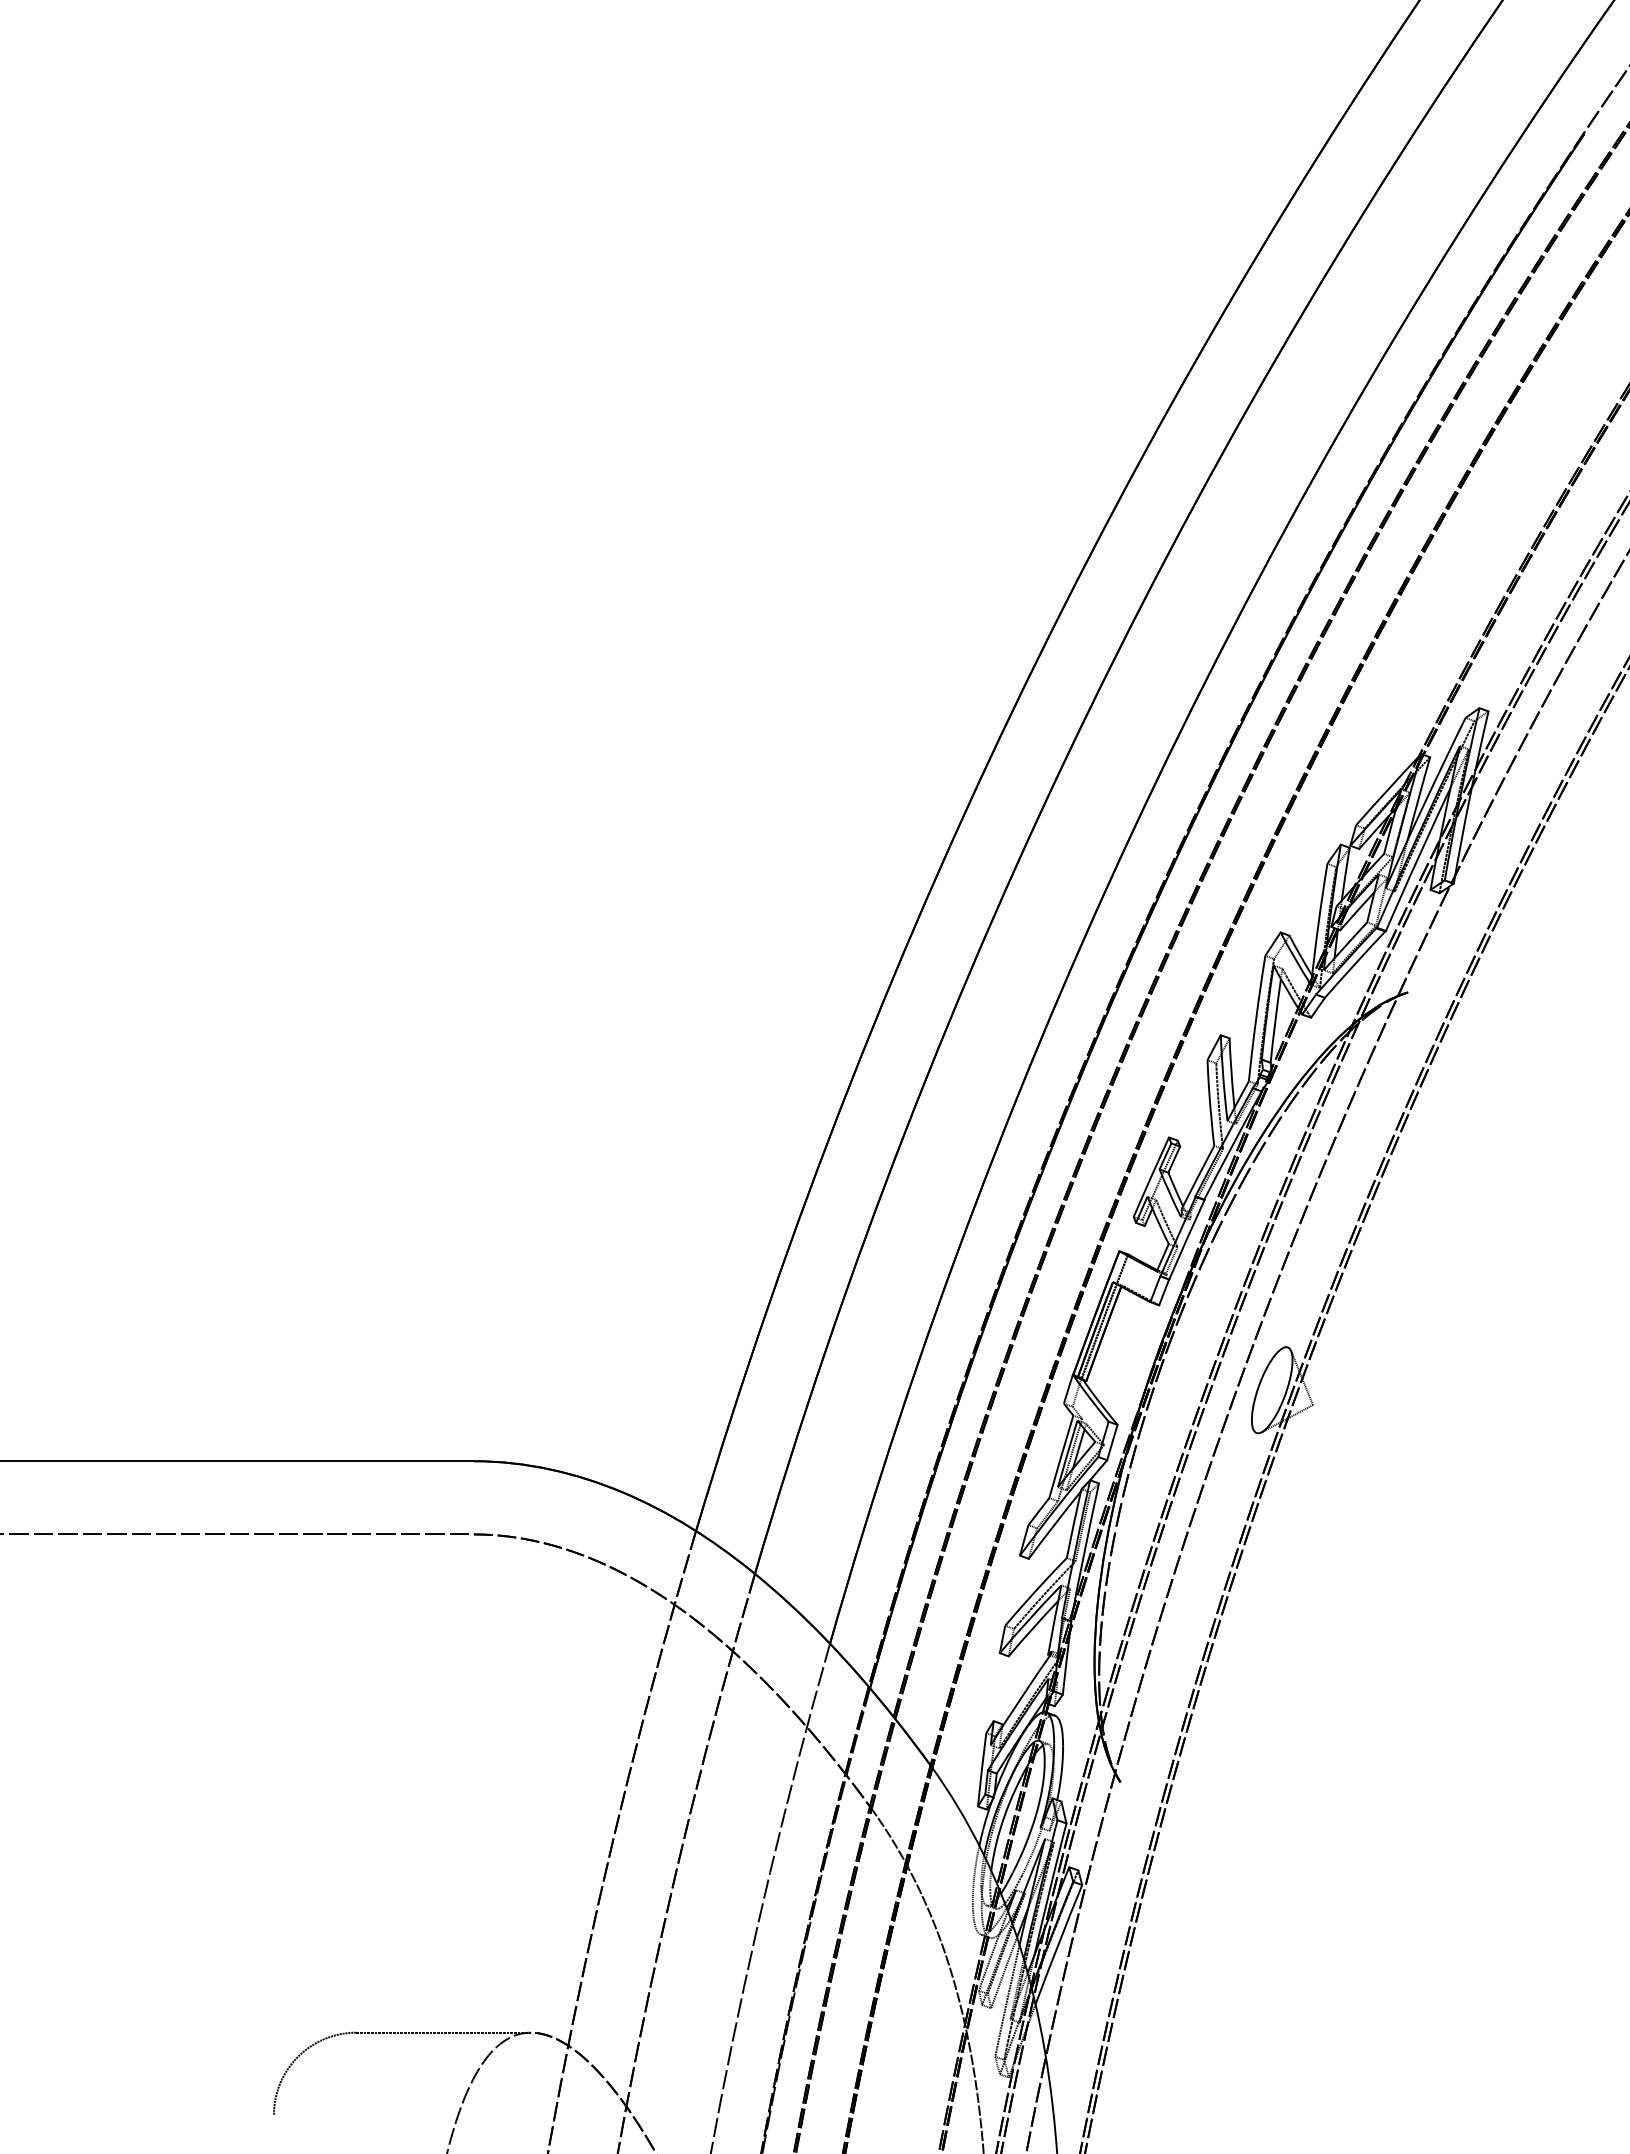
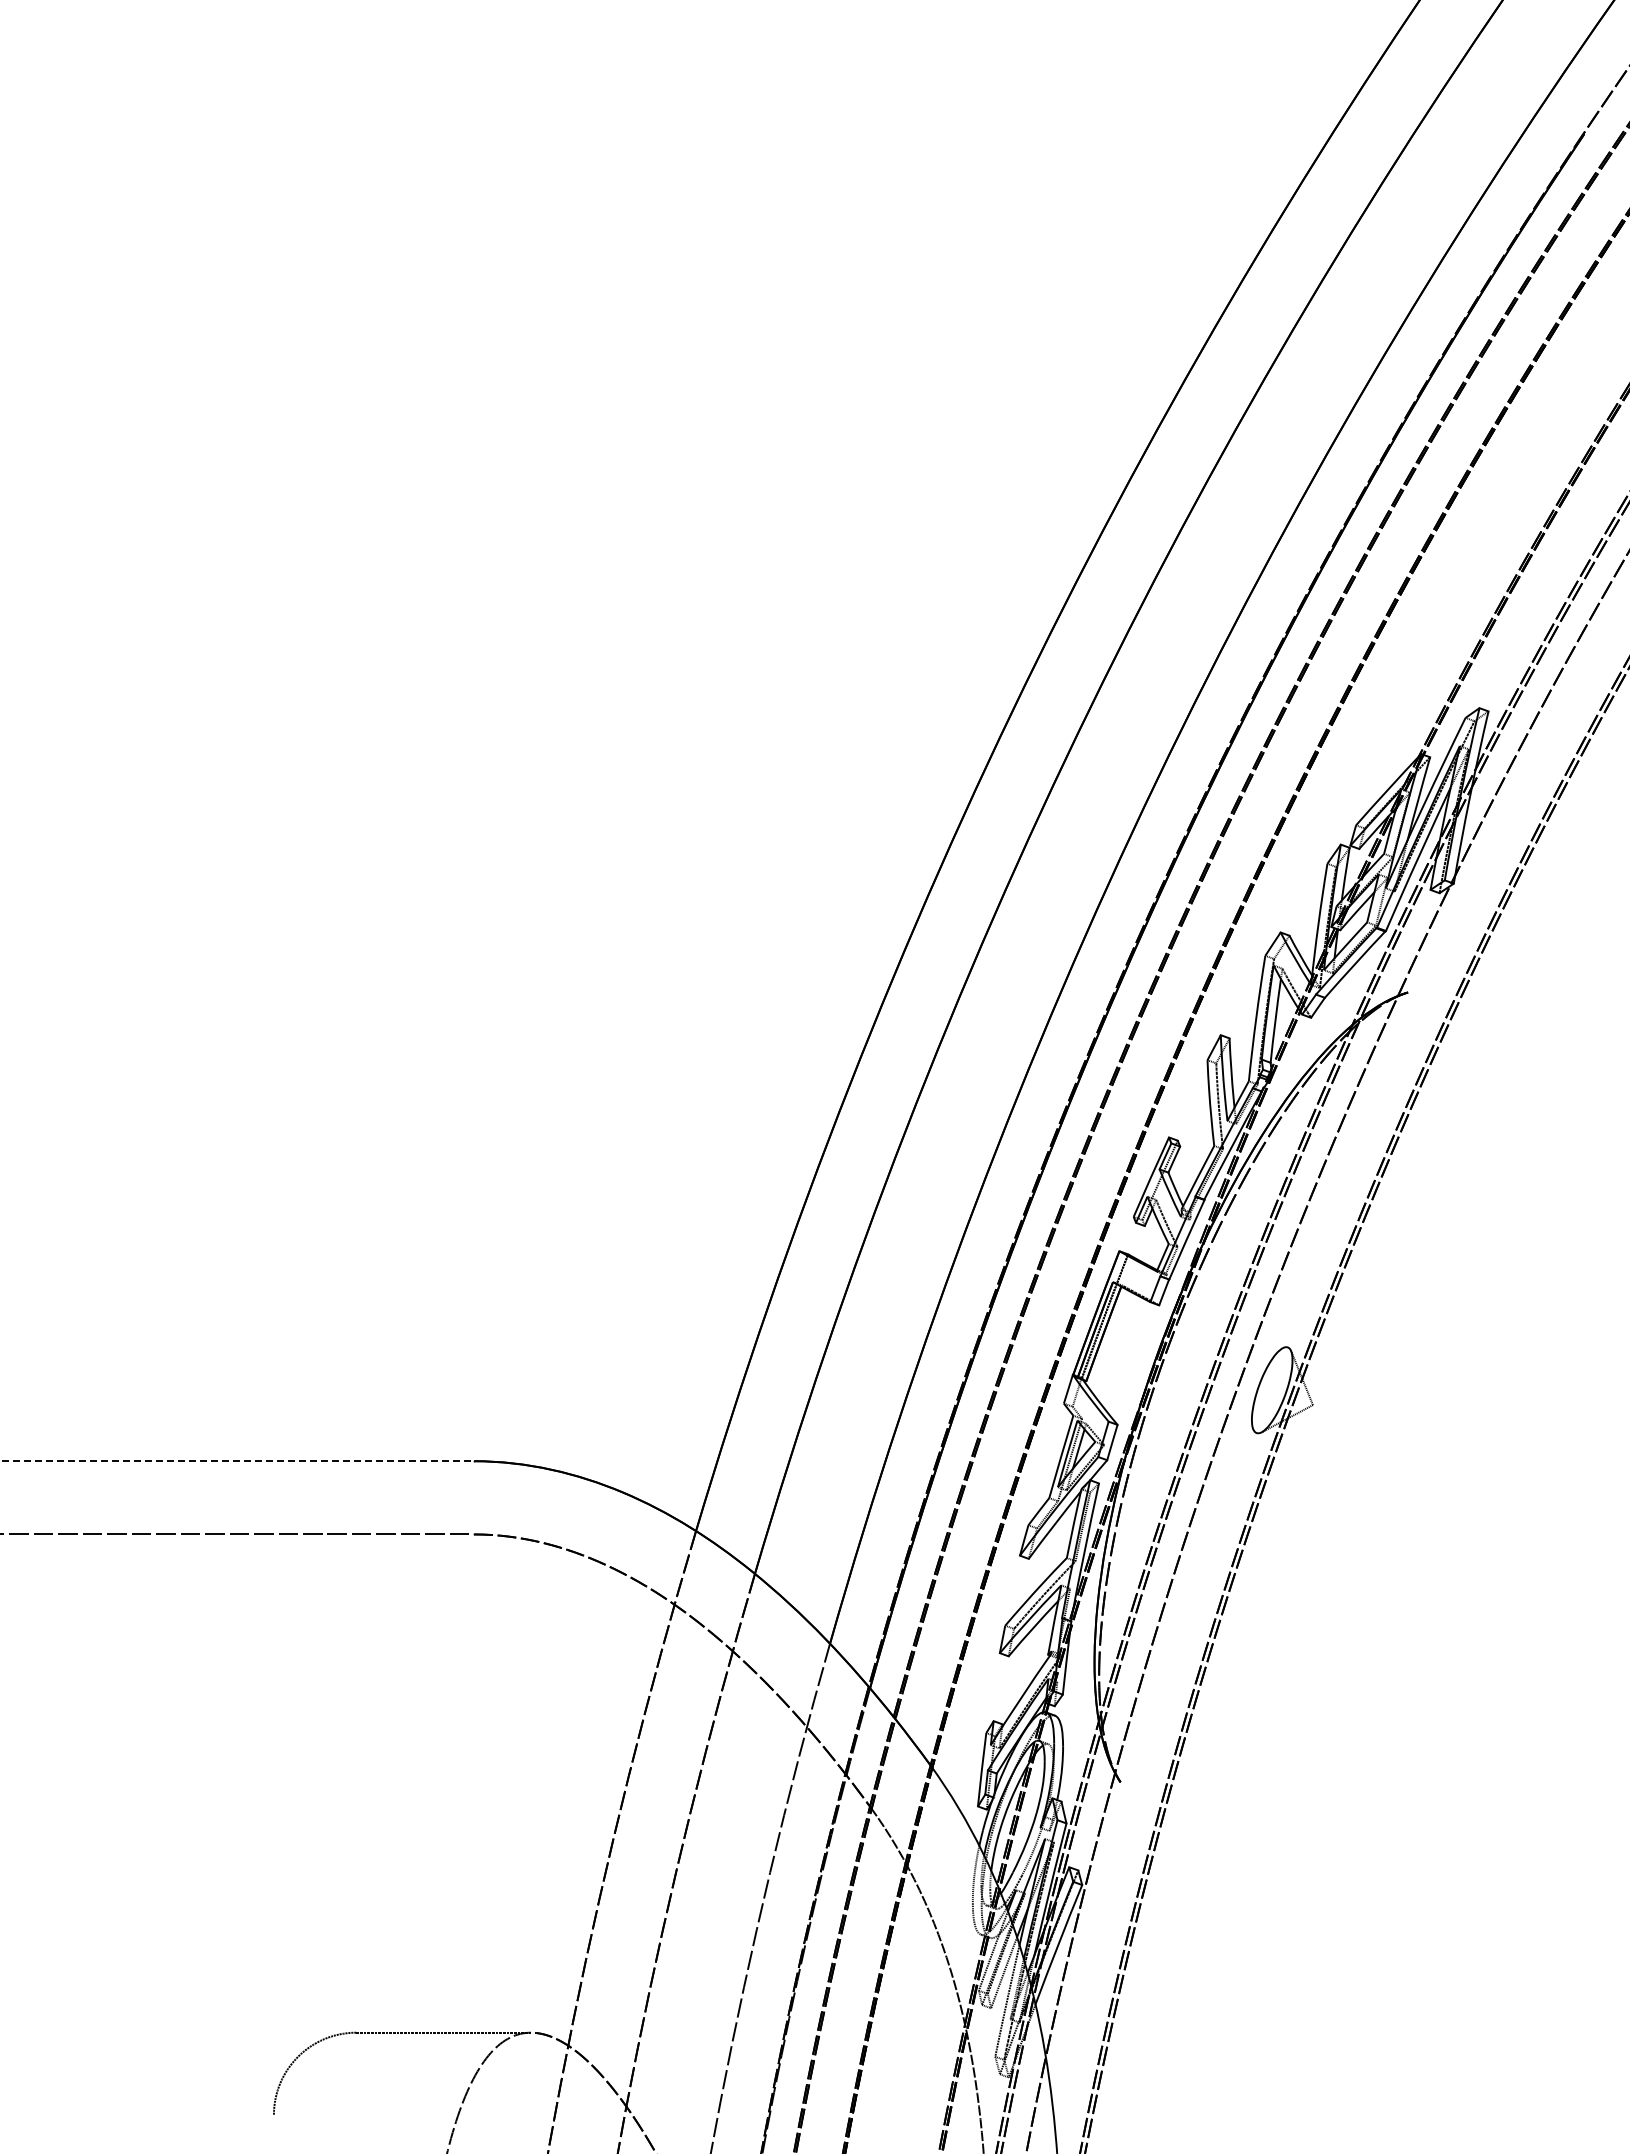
line at (237, 1461): solid -> dashed
